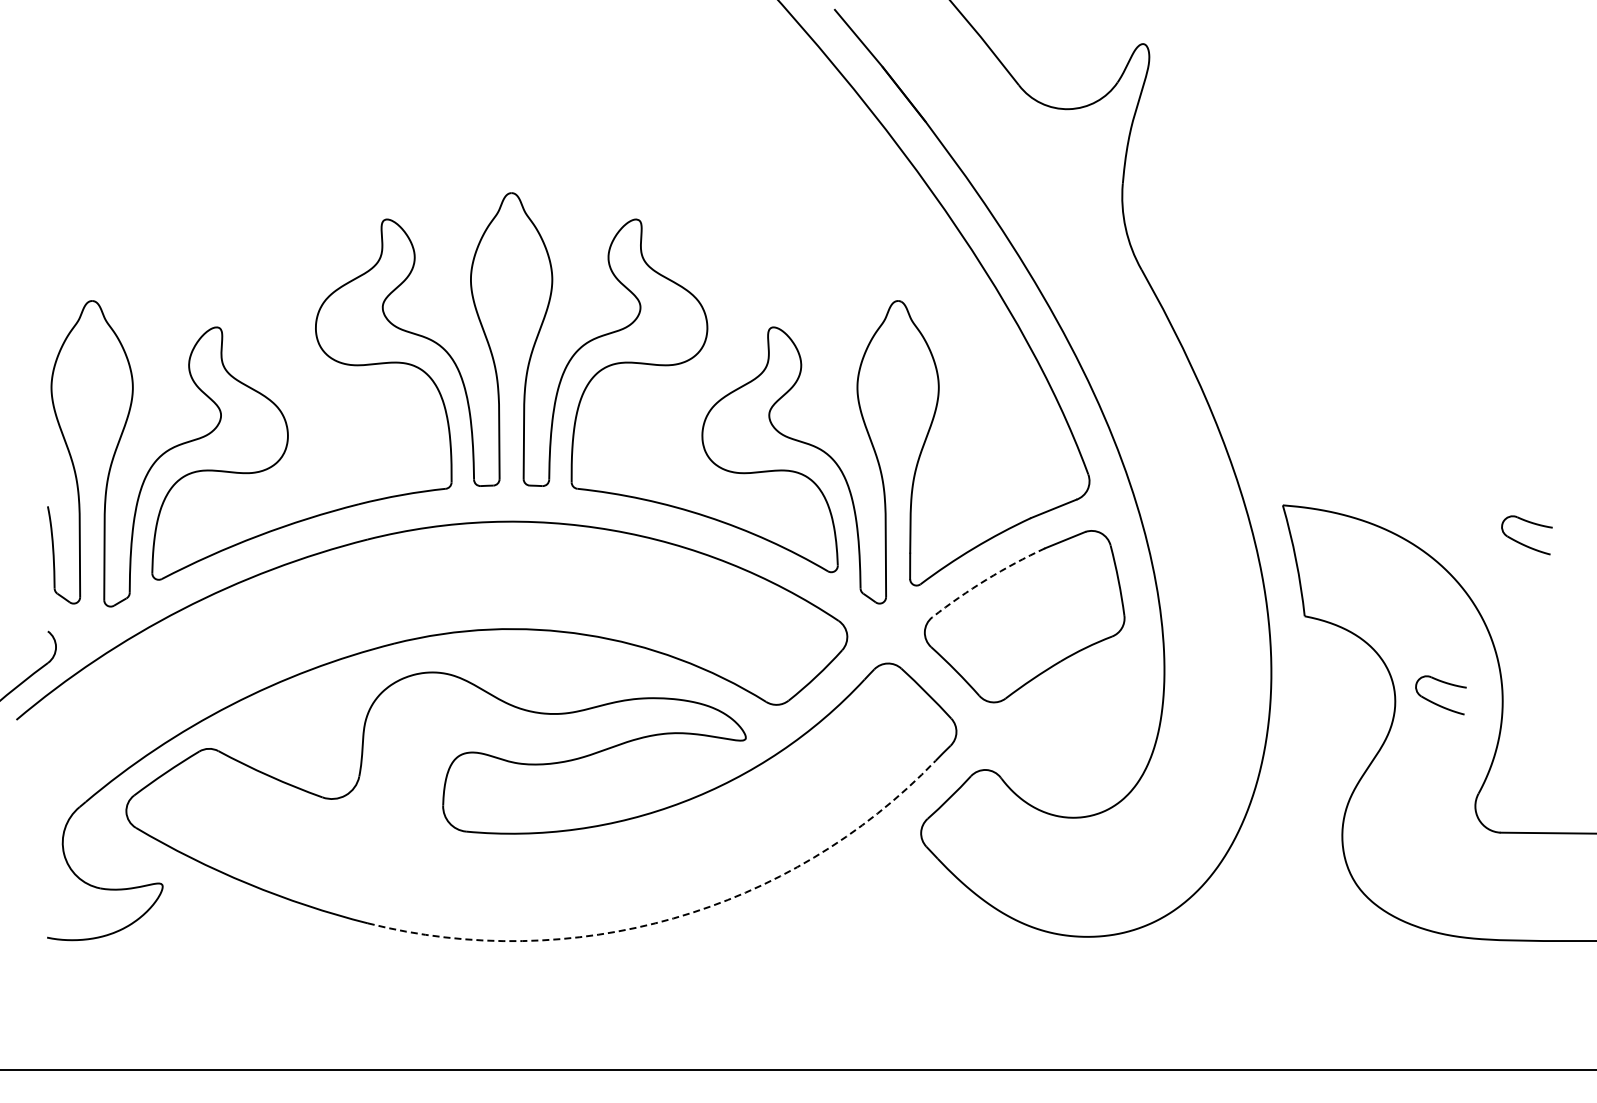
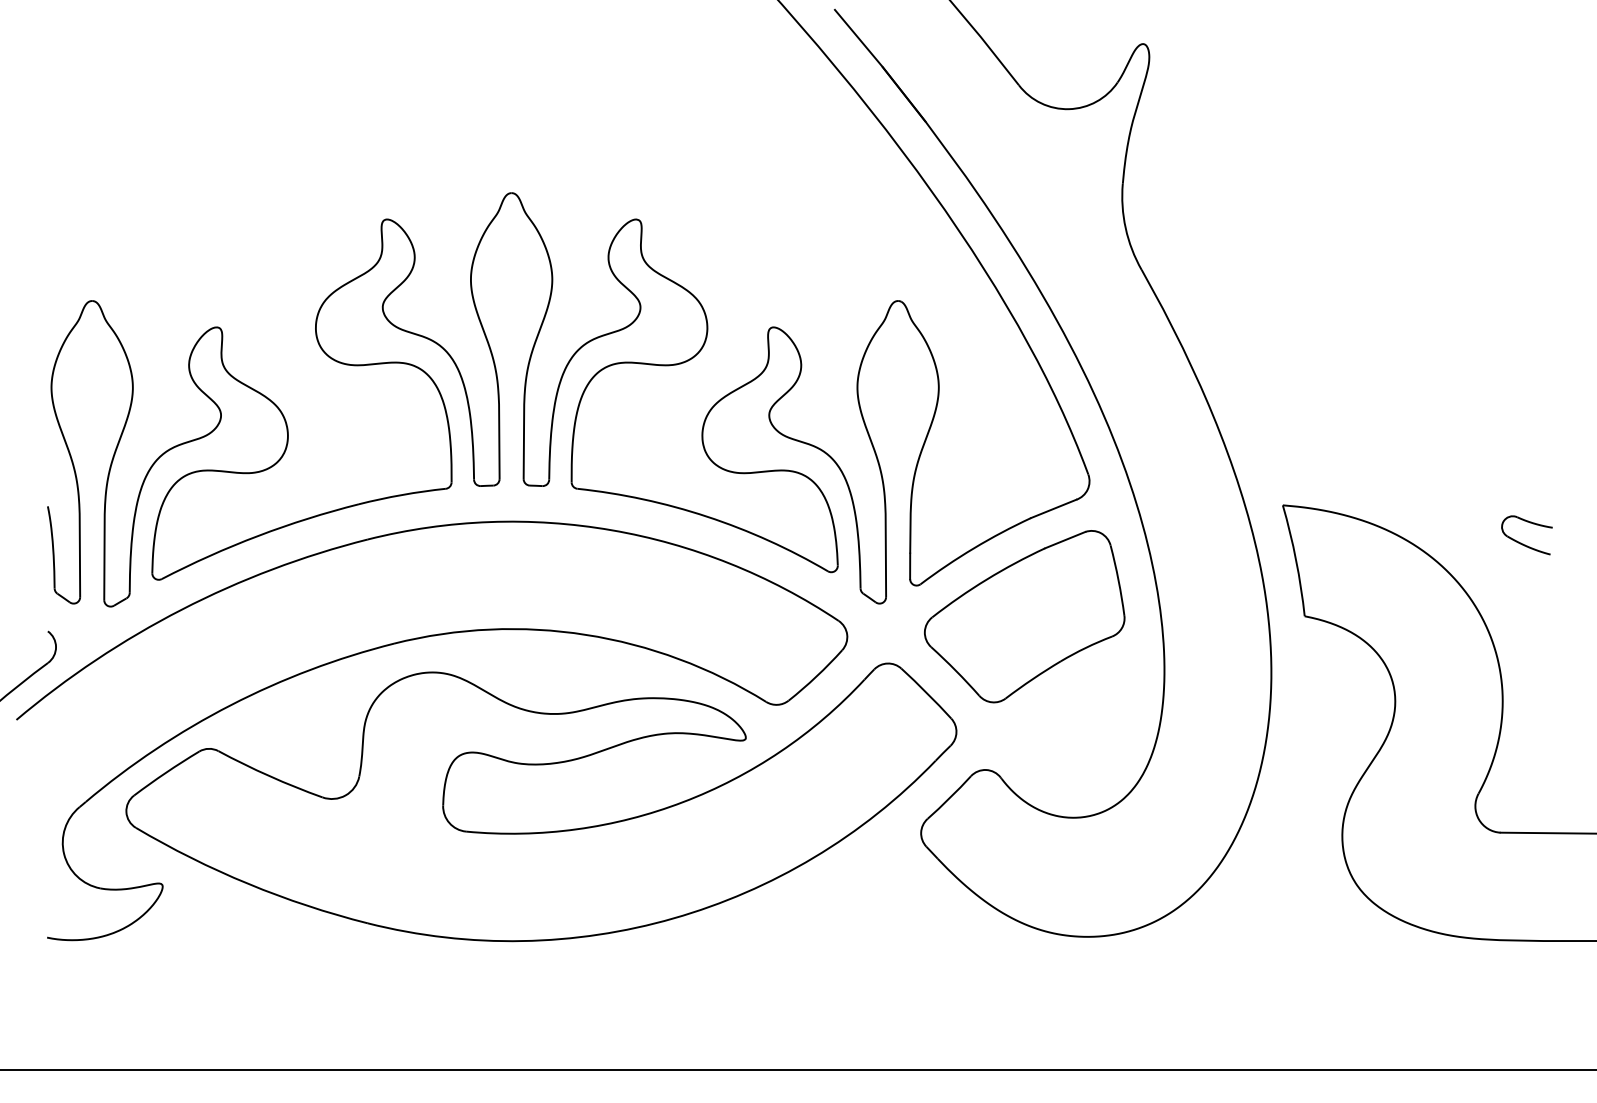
arc at (986, 579): dashed -> solid
part at (1437, 703): present -> none
arc at (673, 918): dashed -> solid
